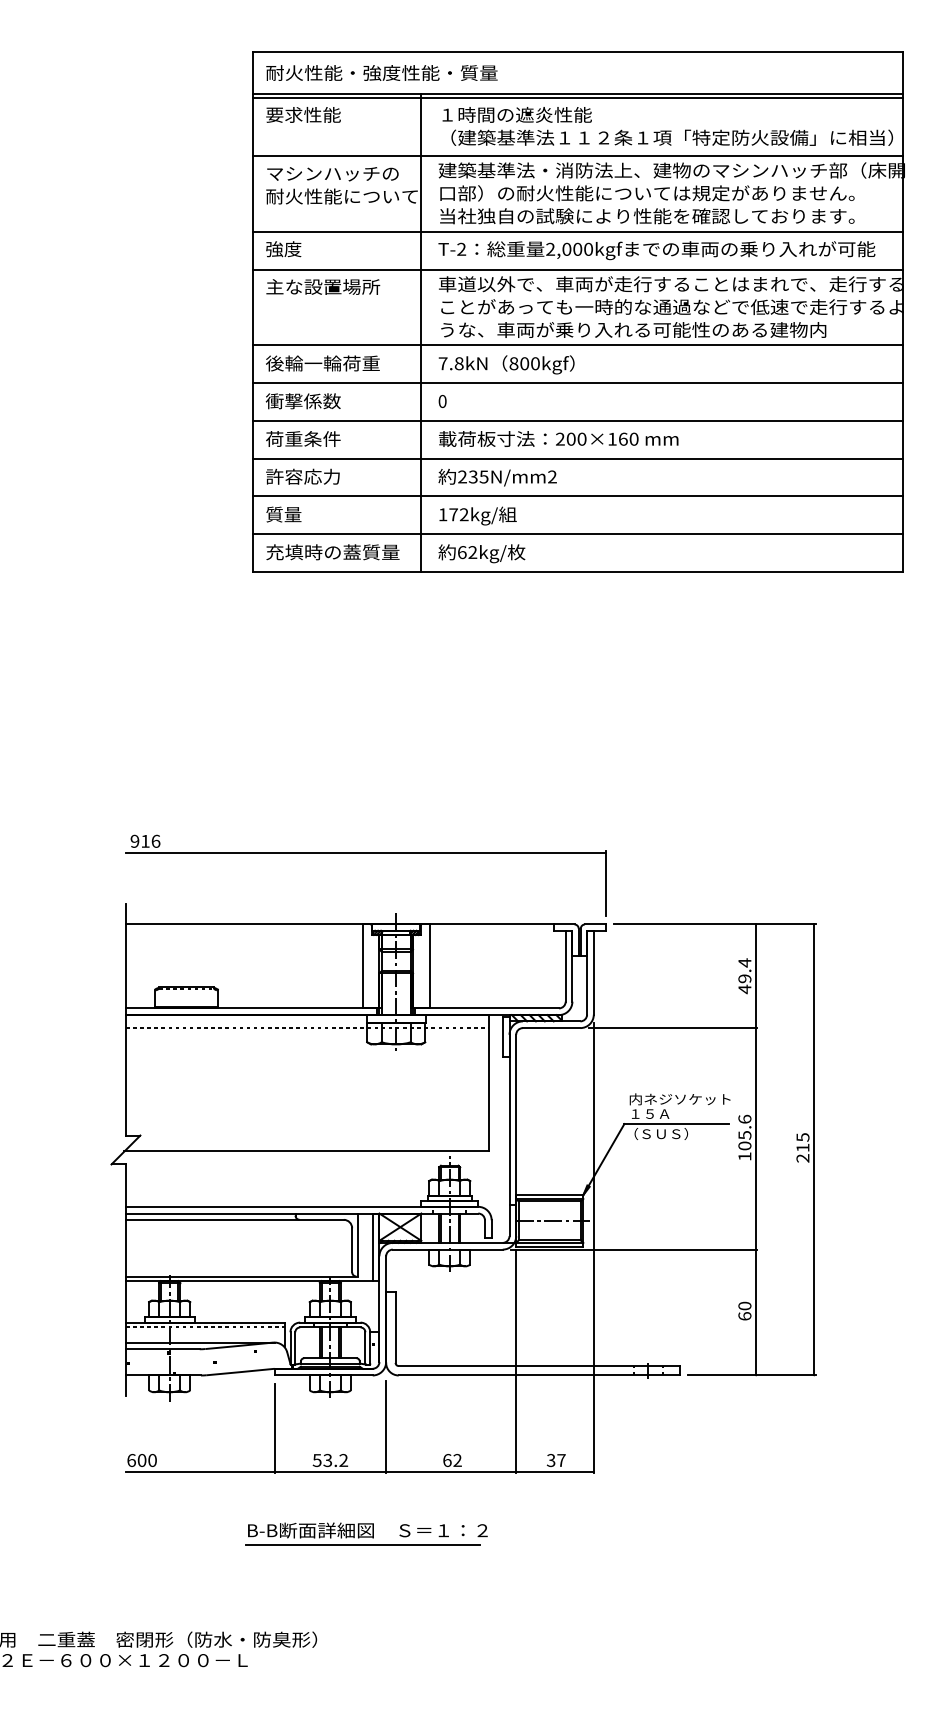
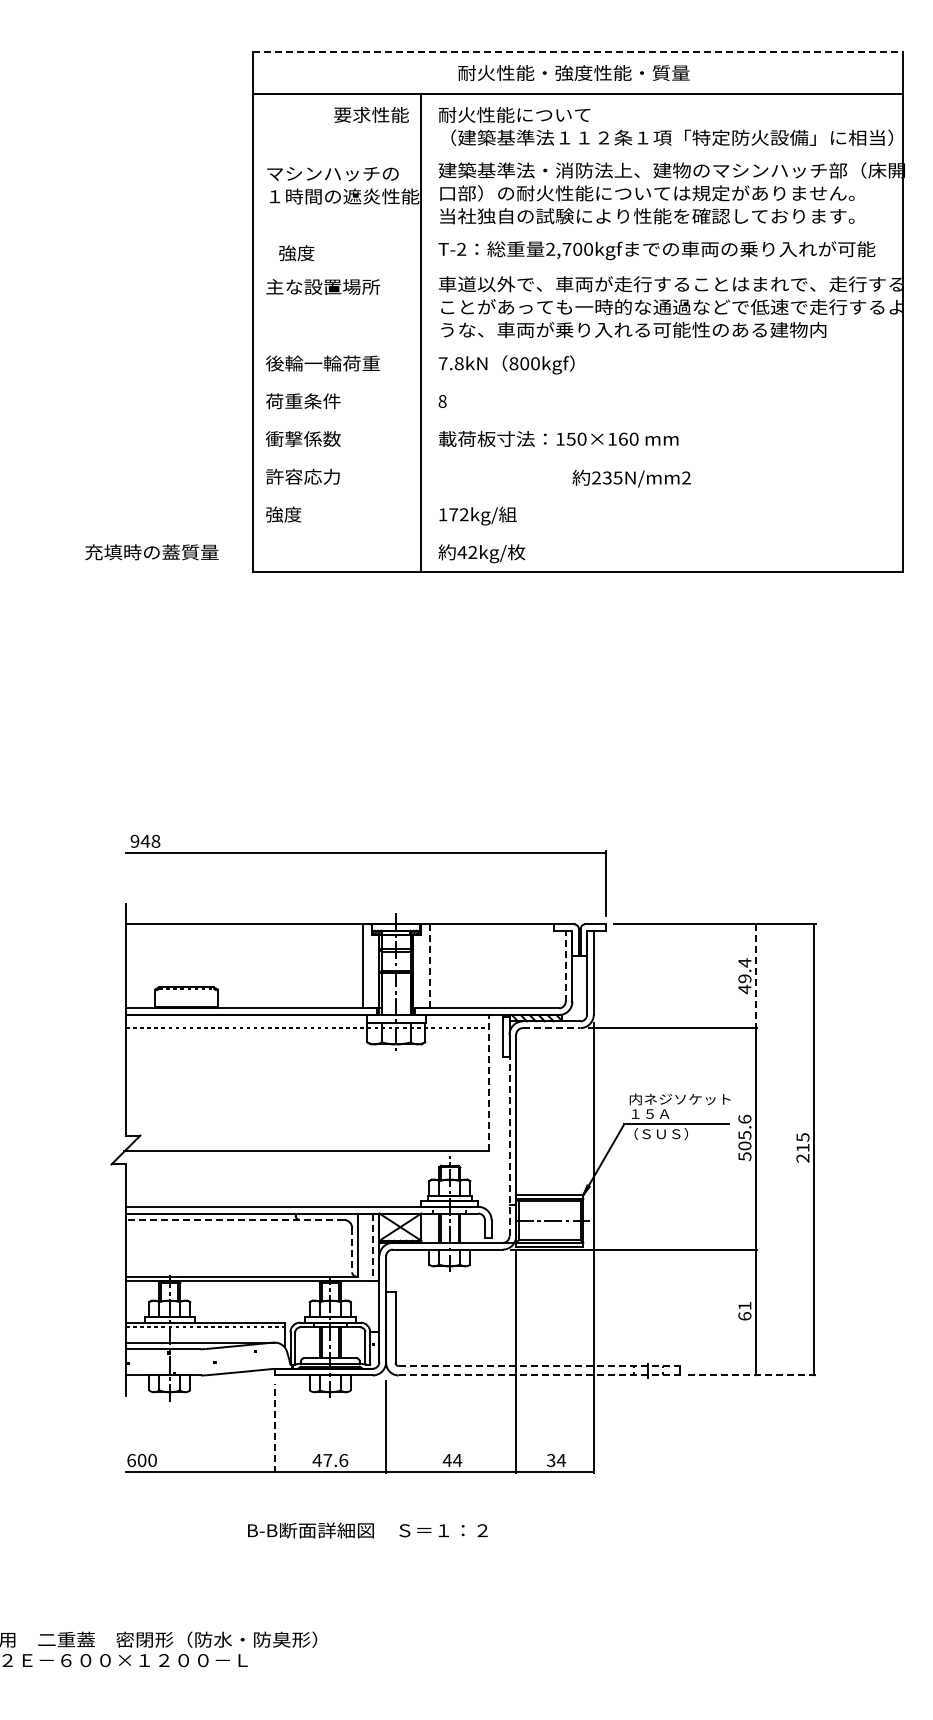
line at (578, 51): solid -> dashed
text at (381, 72) position: (381, 72) -> (573, 72)
line at (577, 97): present -> none
text at (303, 114) position: (303, 114) -> (371, 114)
text at (514, 114): １時間の遮炎性能 -> 耐火性能について
line at (577, 156): present -> none
text at (342, 196): 耐火性能について -> １時間の遮炎性能
line at (577, 232): present -> none
text at (566, 248): 2,000kgf -> 2,700kgf
text at (283, 249) position: (283, 249) -> (296, 253)
line at (577, 269): present -> none
line at (577, 345): present -> none
line at (577, 383): present -> none
text at (302, 401): 衝撃係数 -> 荷重条件
text at (442, 401): 0 -> 8
line at (577, 420): present -> none
text at (302, 438): 荷重条件 -> 衝撃係数
text at (565, 438): 200×160 -> 150×160
line at (577, 458): present -> none
text at (497, 477) position: (497, 477) -> (631, 478)
line at (577, 496): present -> none
text at (283, 514): 質量 -> 強度
line at (577, 534): present -> none
text at (332, 552) position: (332, 552) -> (151, 552)
text at (461, 552): 62kg/ -> 42kg/
text at (150, 840): 916 -> 948
line at (565, 965): solid -> dashed
line at (429, 966): solid -> dashed
line at (756, 976): solid -> dashed
line at (551, 1028): solid -> dashed
line at (488, 1082): solid -> dashed
line at (509, 1135): solid -> dashed
text at (744, 1156): 105.6 -> 505.6
line at (234, 1219): solid -> dashed
line at (373, 1247): solid -> dashed
line at (352, 1250): solid -> dashed
text at (744, 1305): 60 -> 61
line at (539, 1366): solid -> dashed
line at (539, 1375): solid -> dashed
line at (751, 1375): solid -> dashed
line at (274, 1428): solid -> dashed
text at (330, 1460): 53.2 -> 47.6
text at (452, 1460): 62 -> 44
text at (561, 1460): 37 -> 34
line at (362, 1544): present -> none
